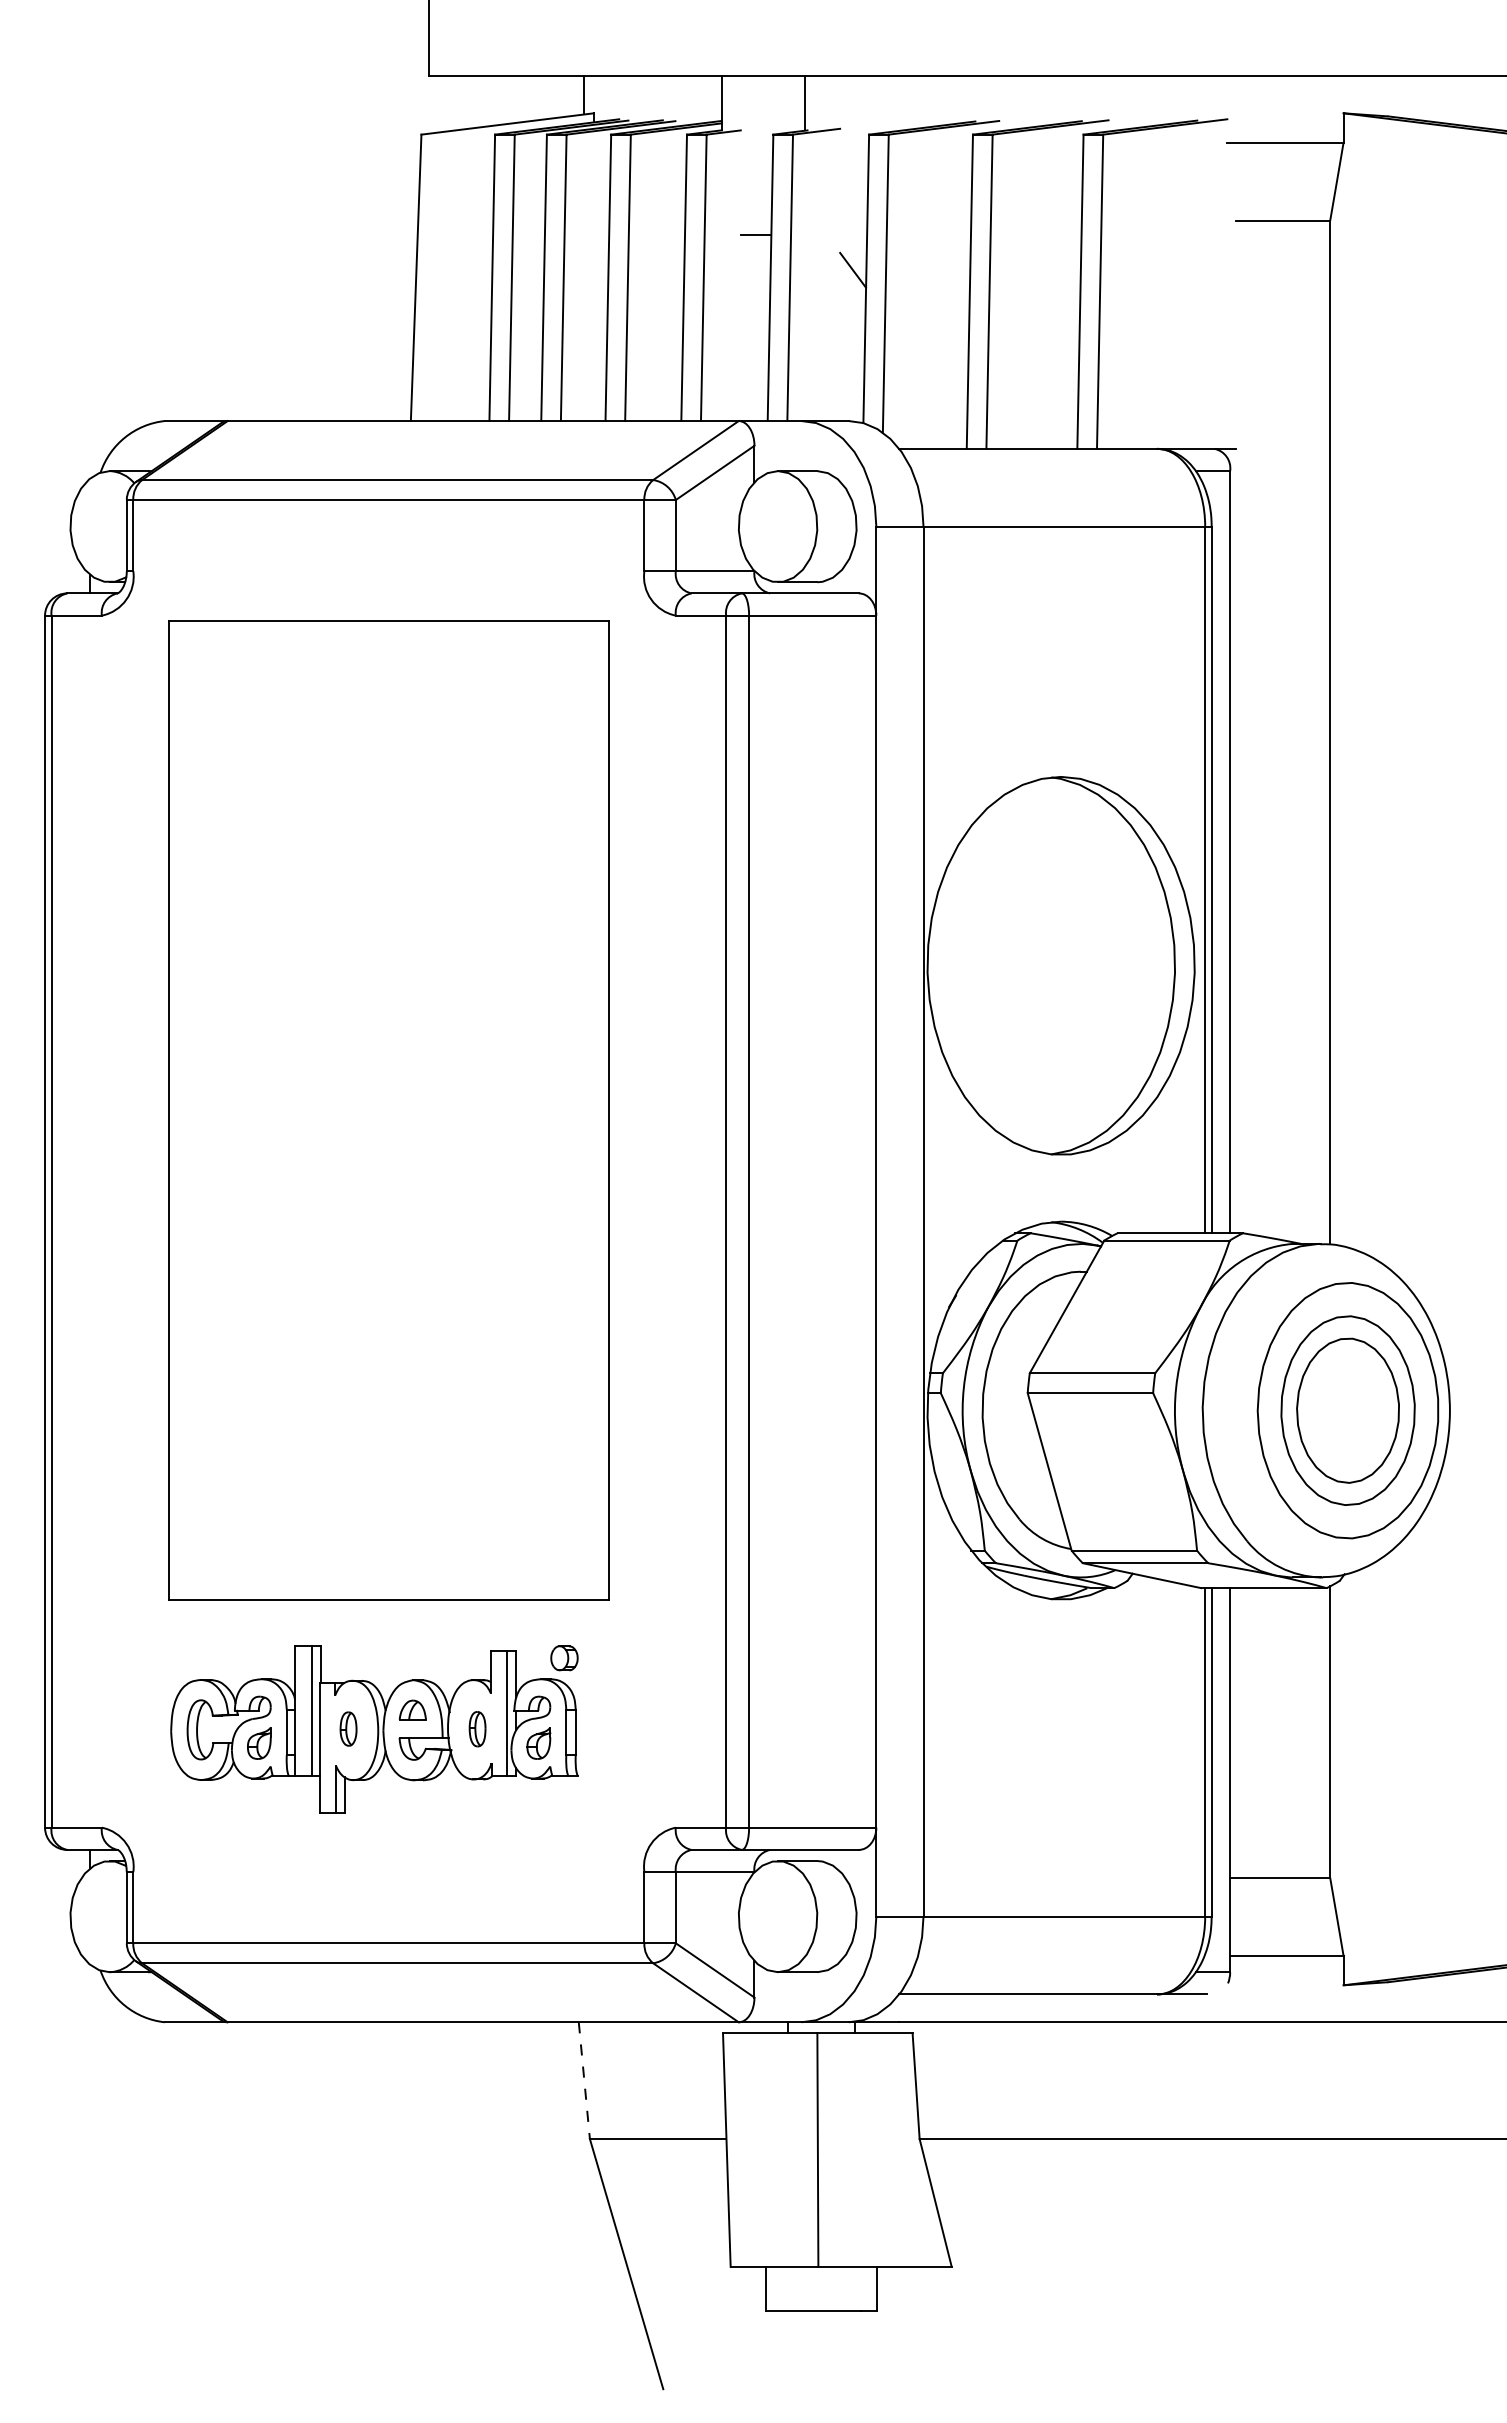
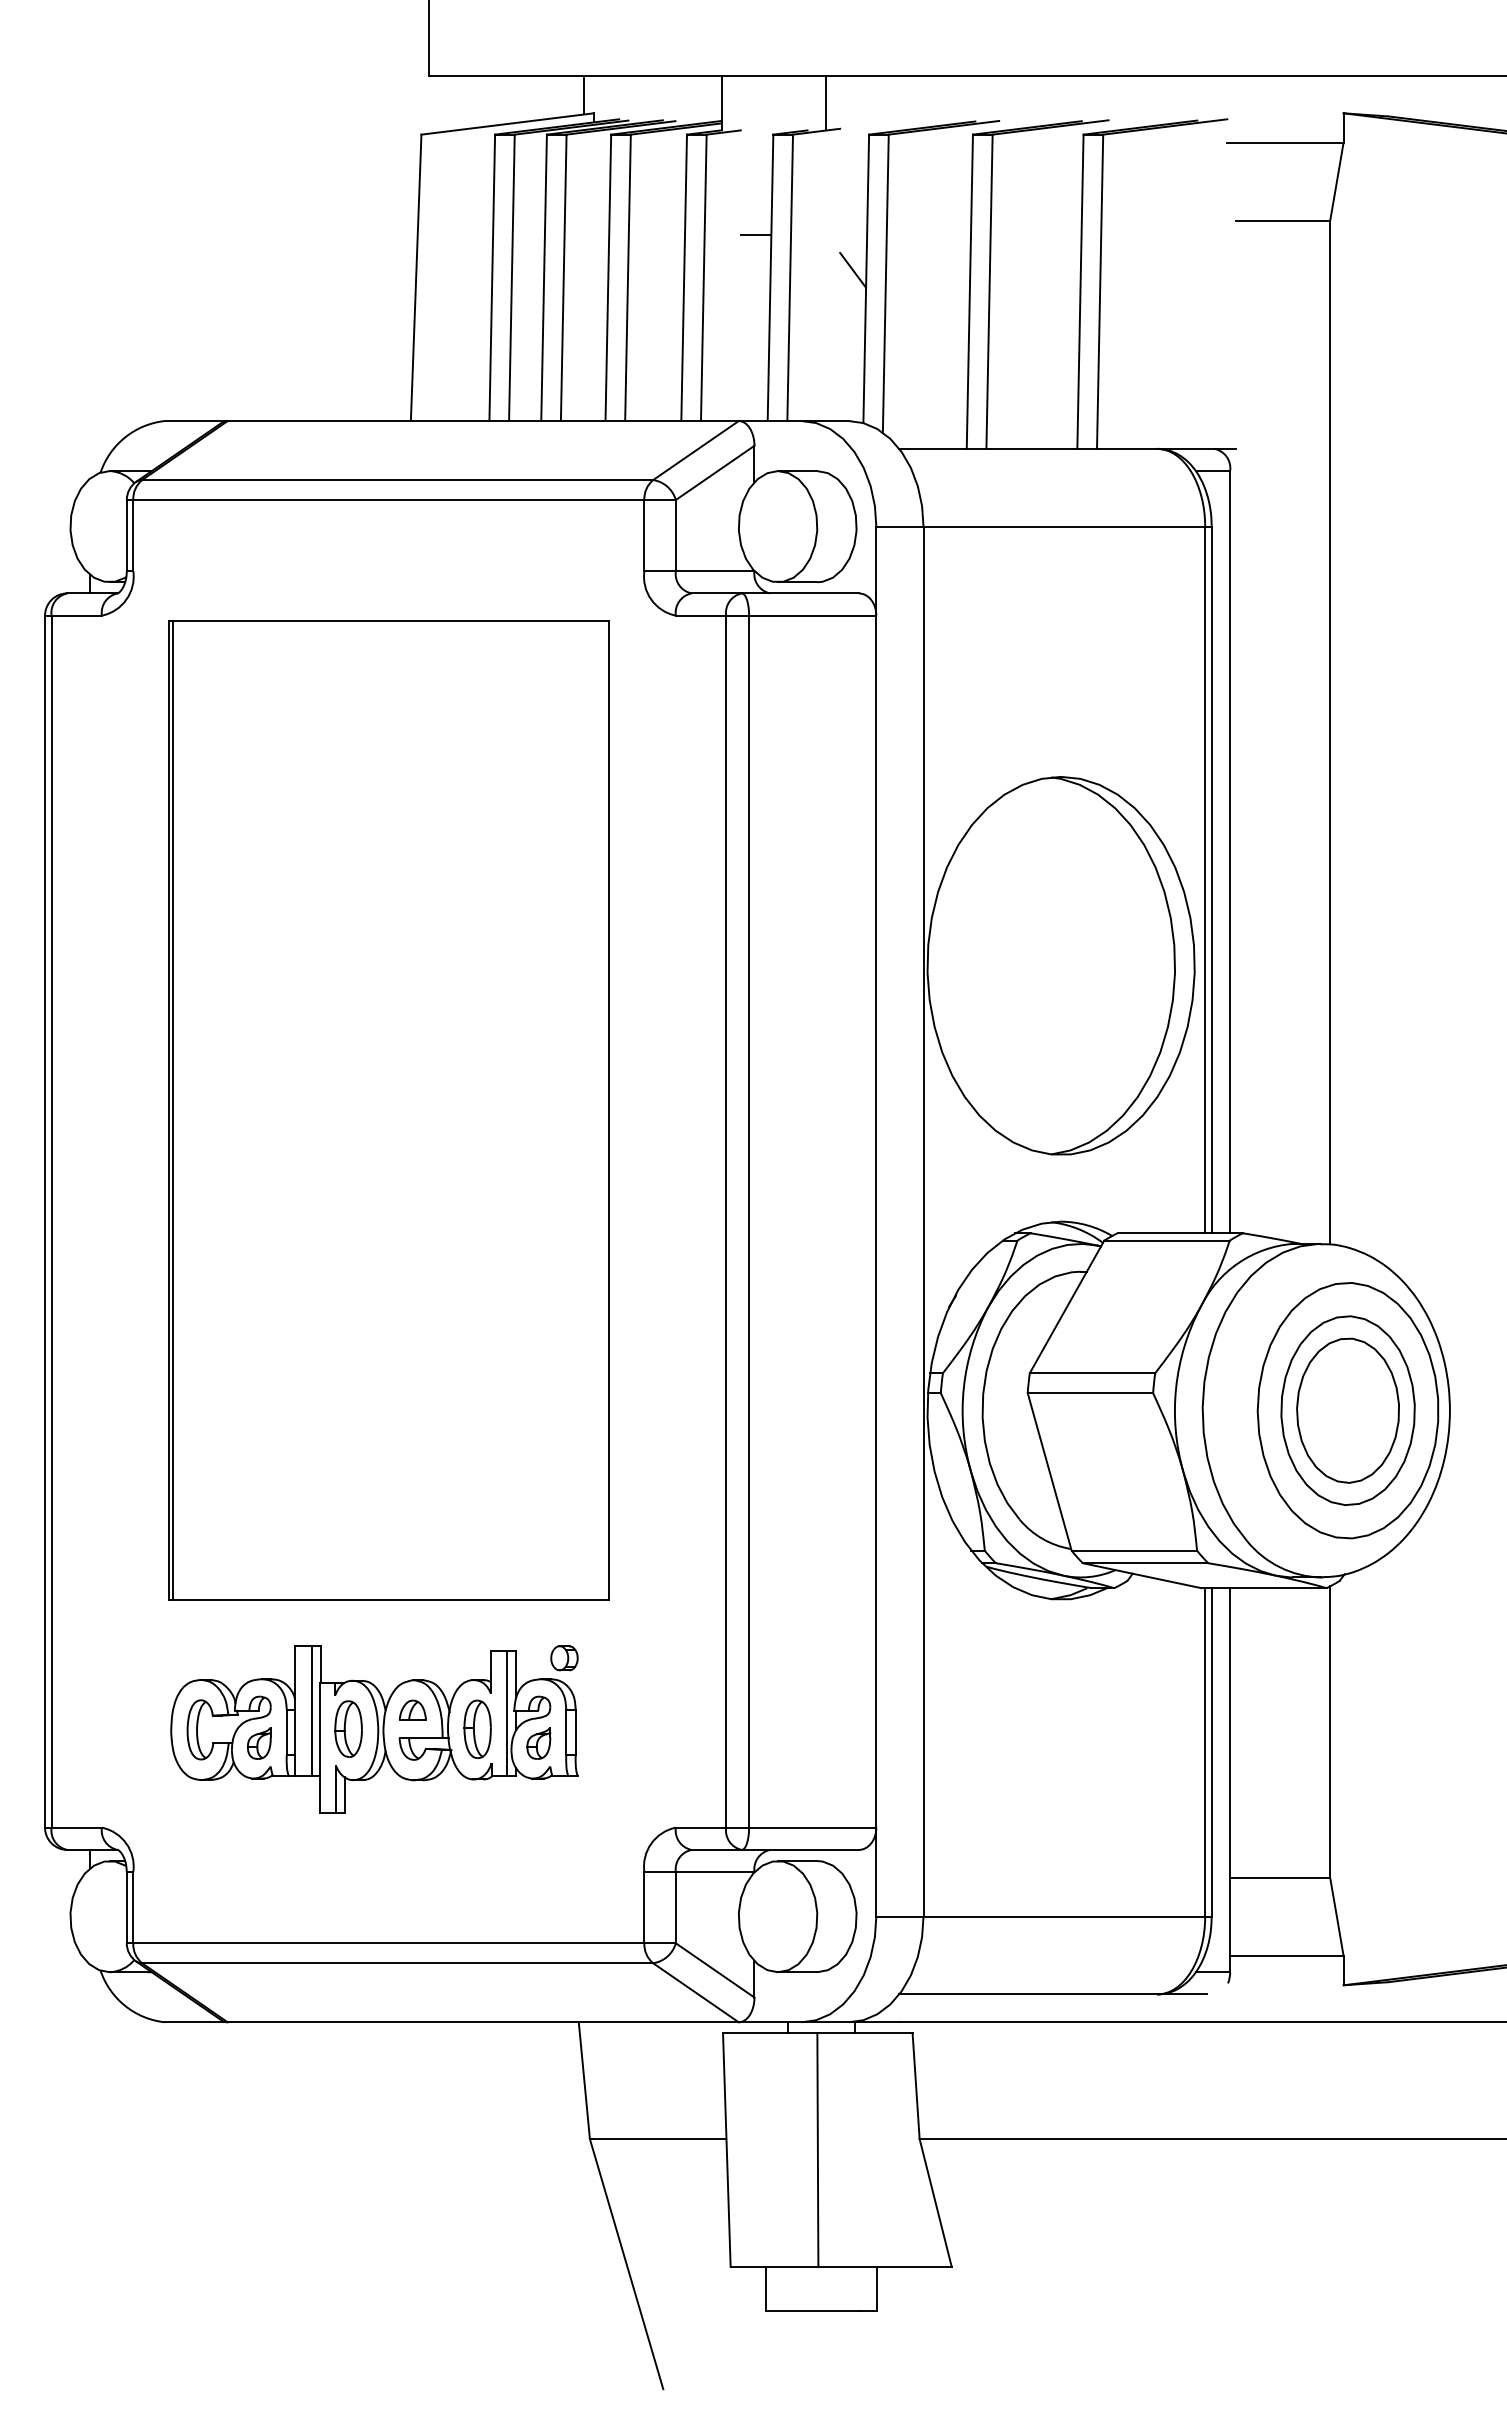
line at (805, 103) position: (805, 103) -> (826, 103)
line at (172, 1110): none -> present
part at (348, 1728) size: 19x36 px -> 29x58 px
part at (477, 1729) size: 19x37 px -> 29x60 px
line at (584, 2080): dashed -> solid
